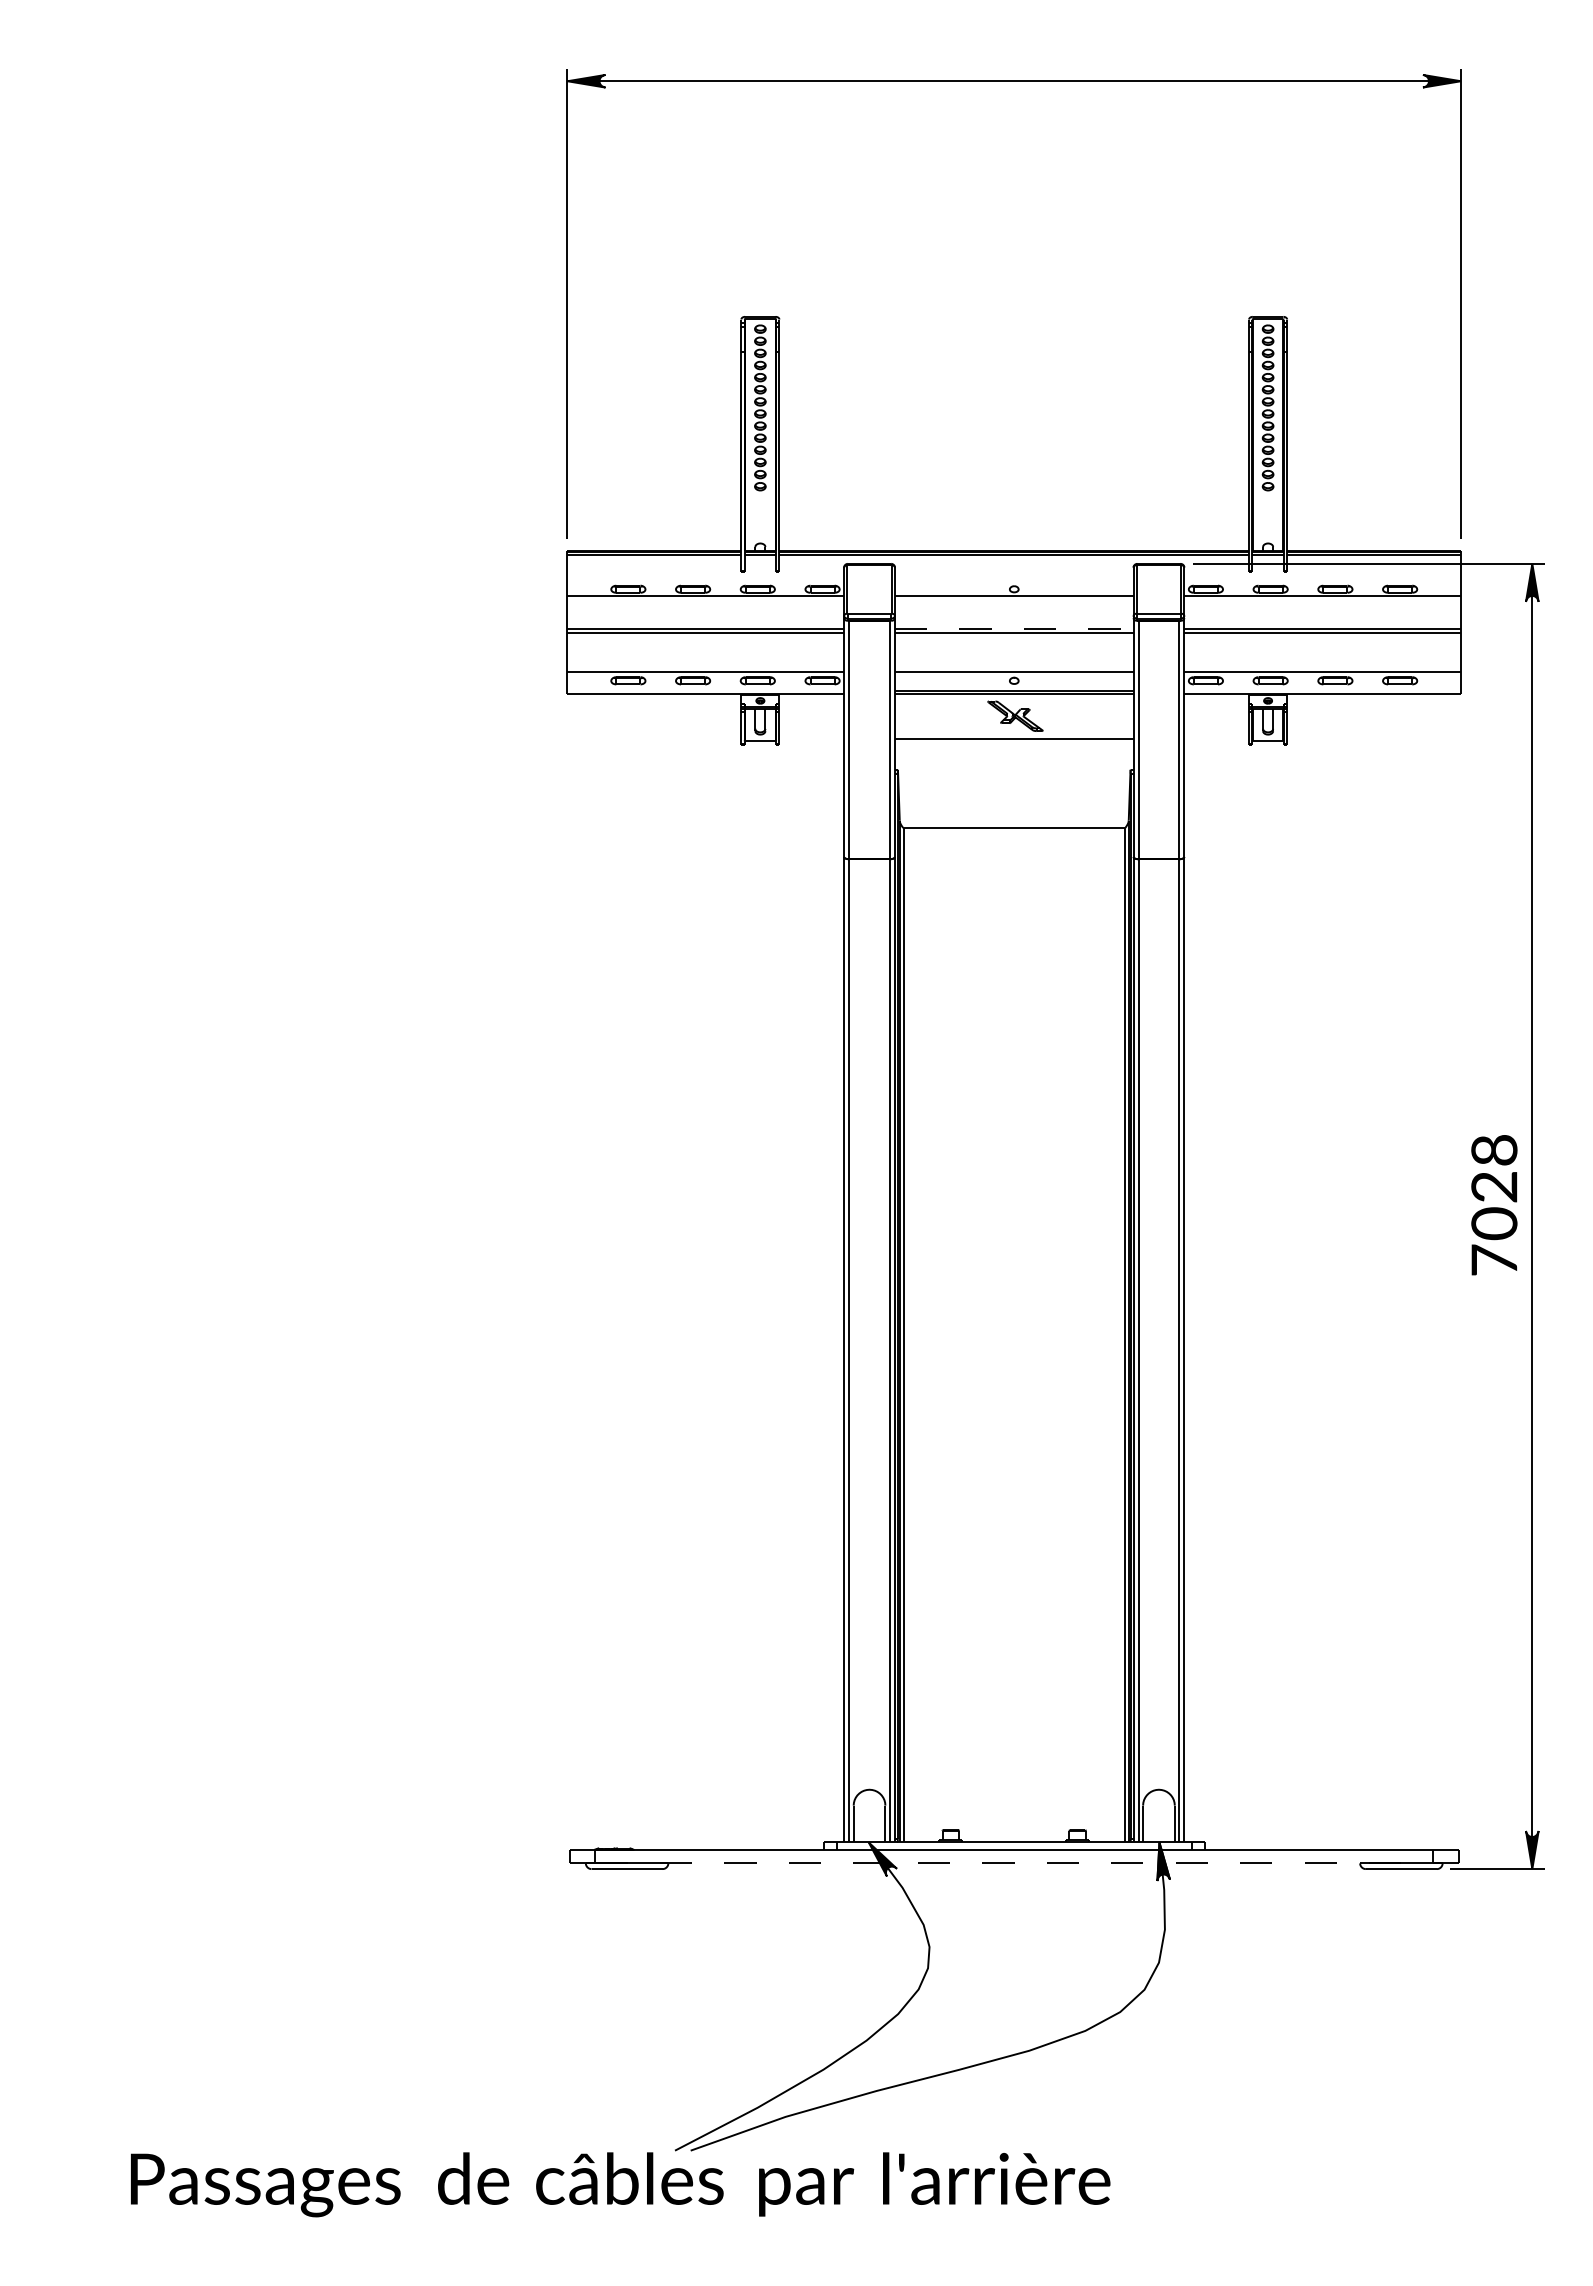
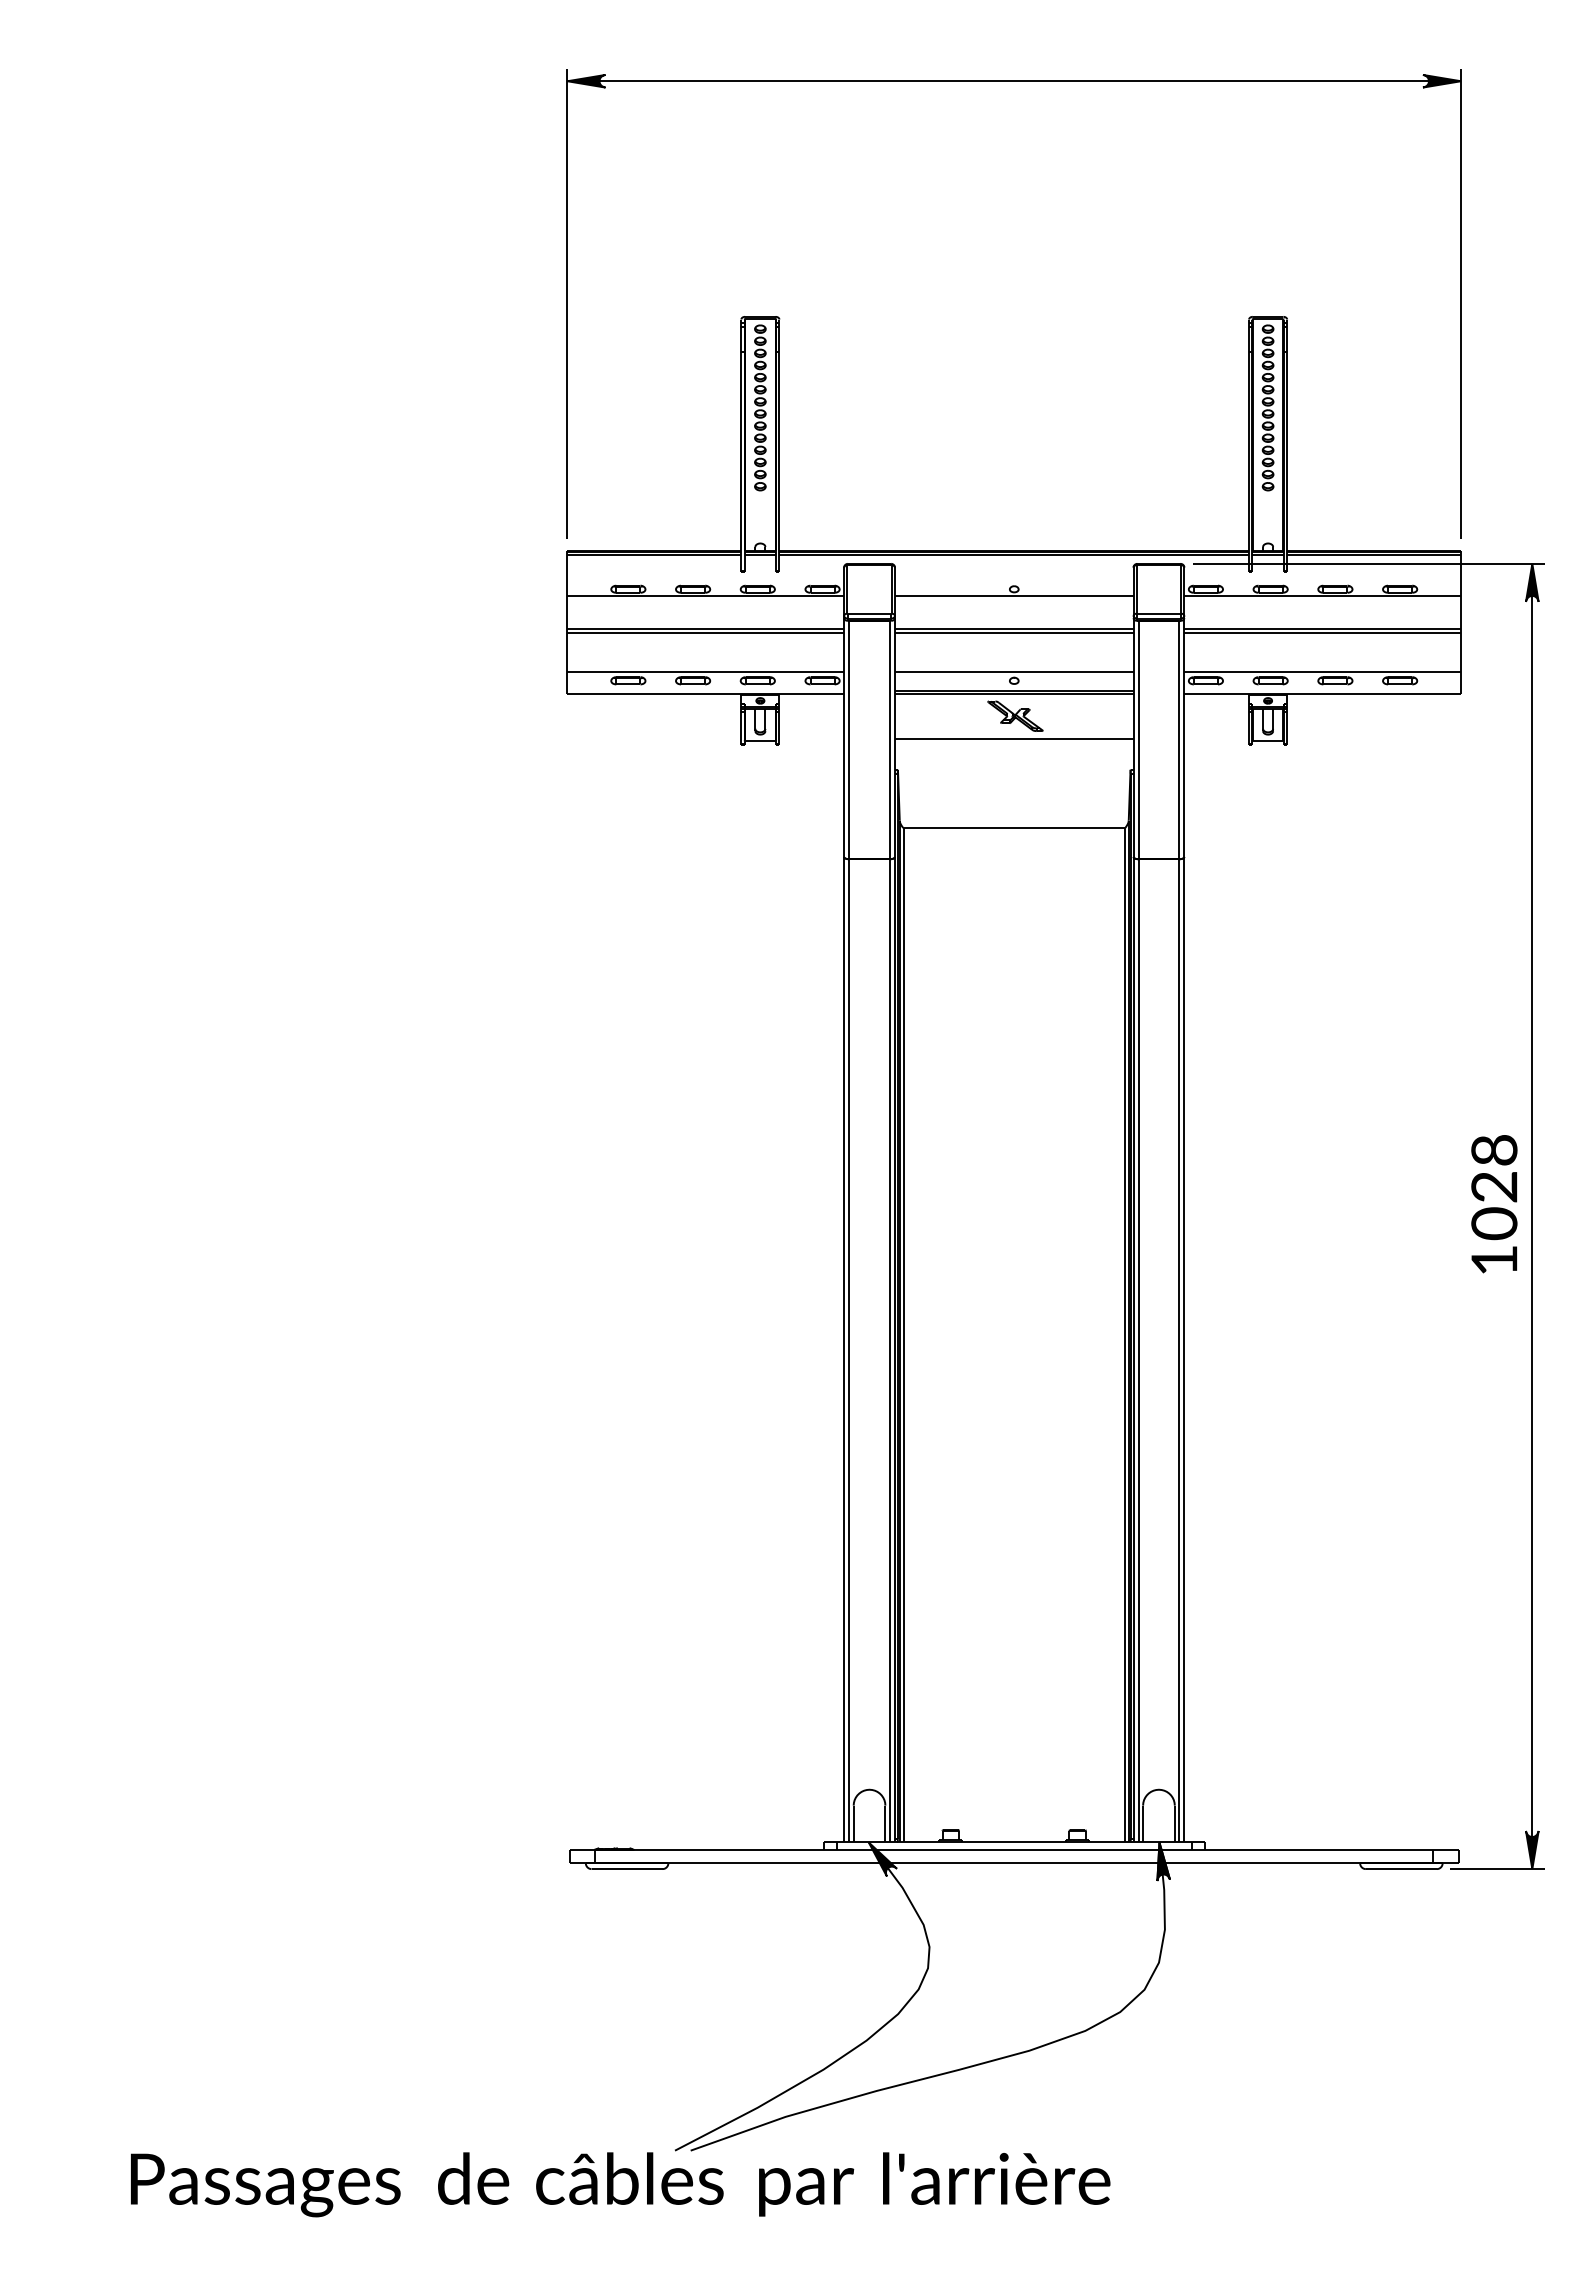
line at (1014, 628): dashed -> solid
text at (1494, 1259): 7028 -> 1028
line at (1014, 1862): dashed -> solid
